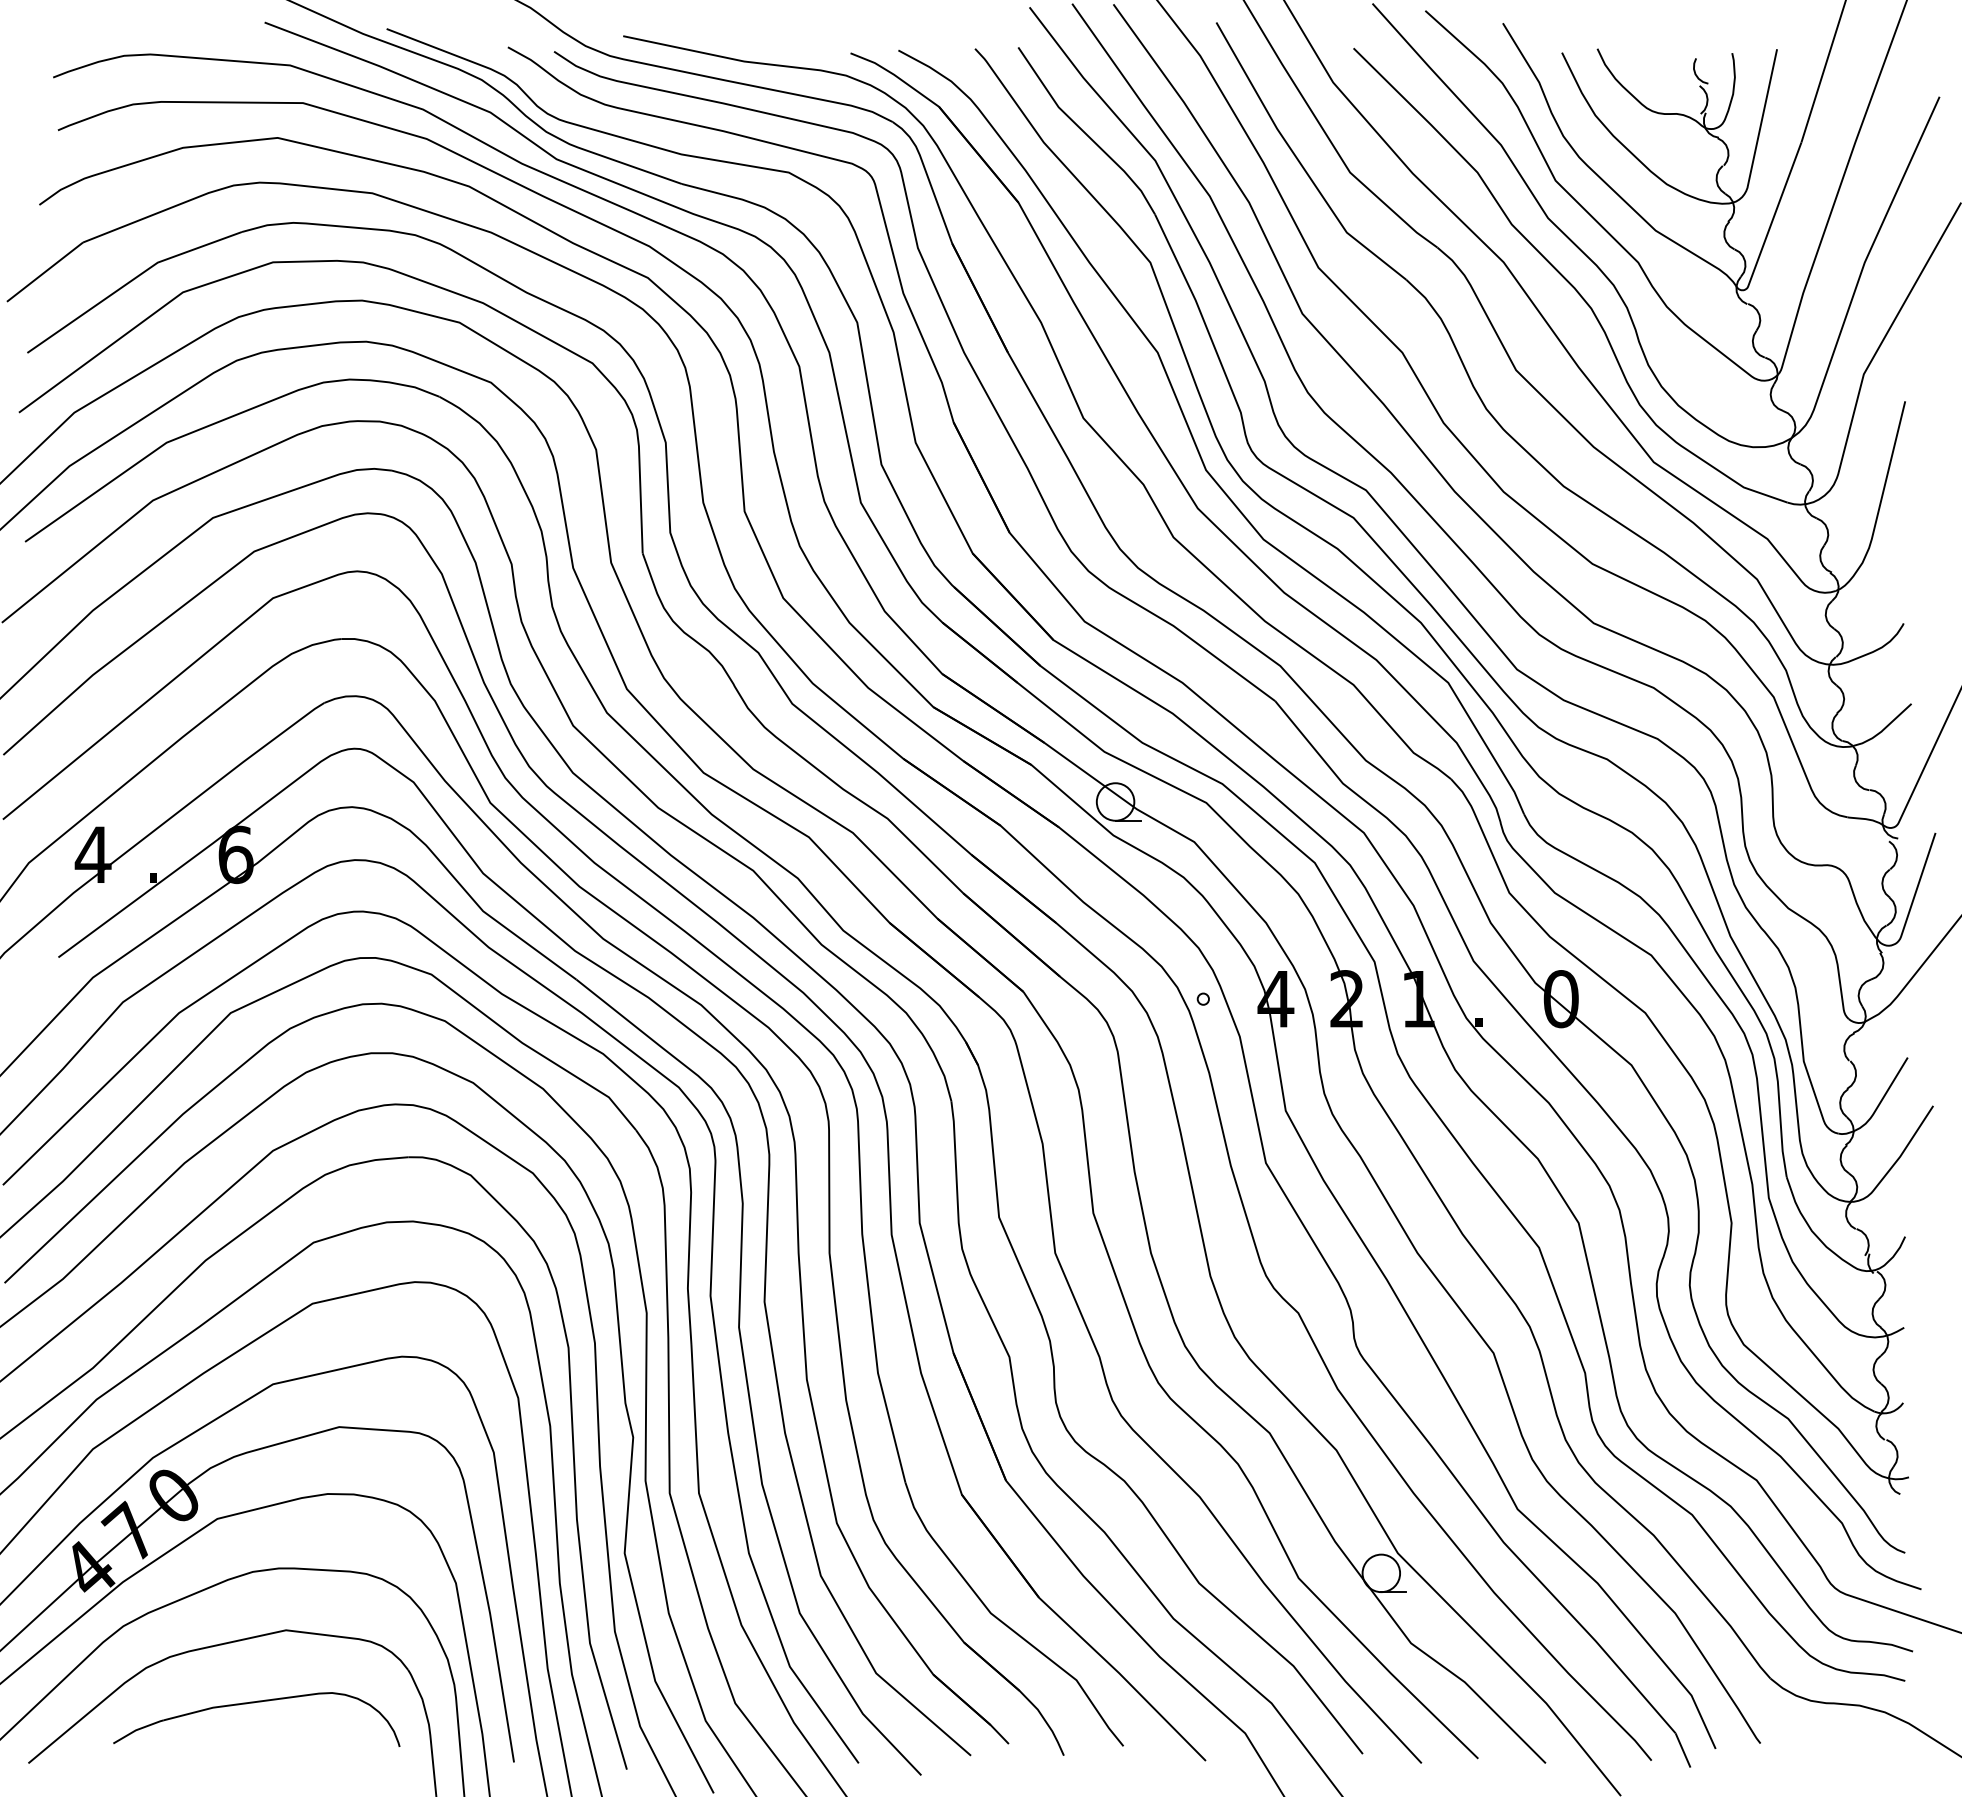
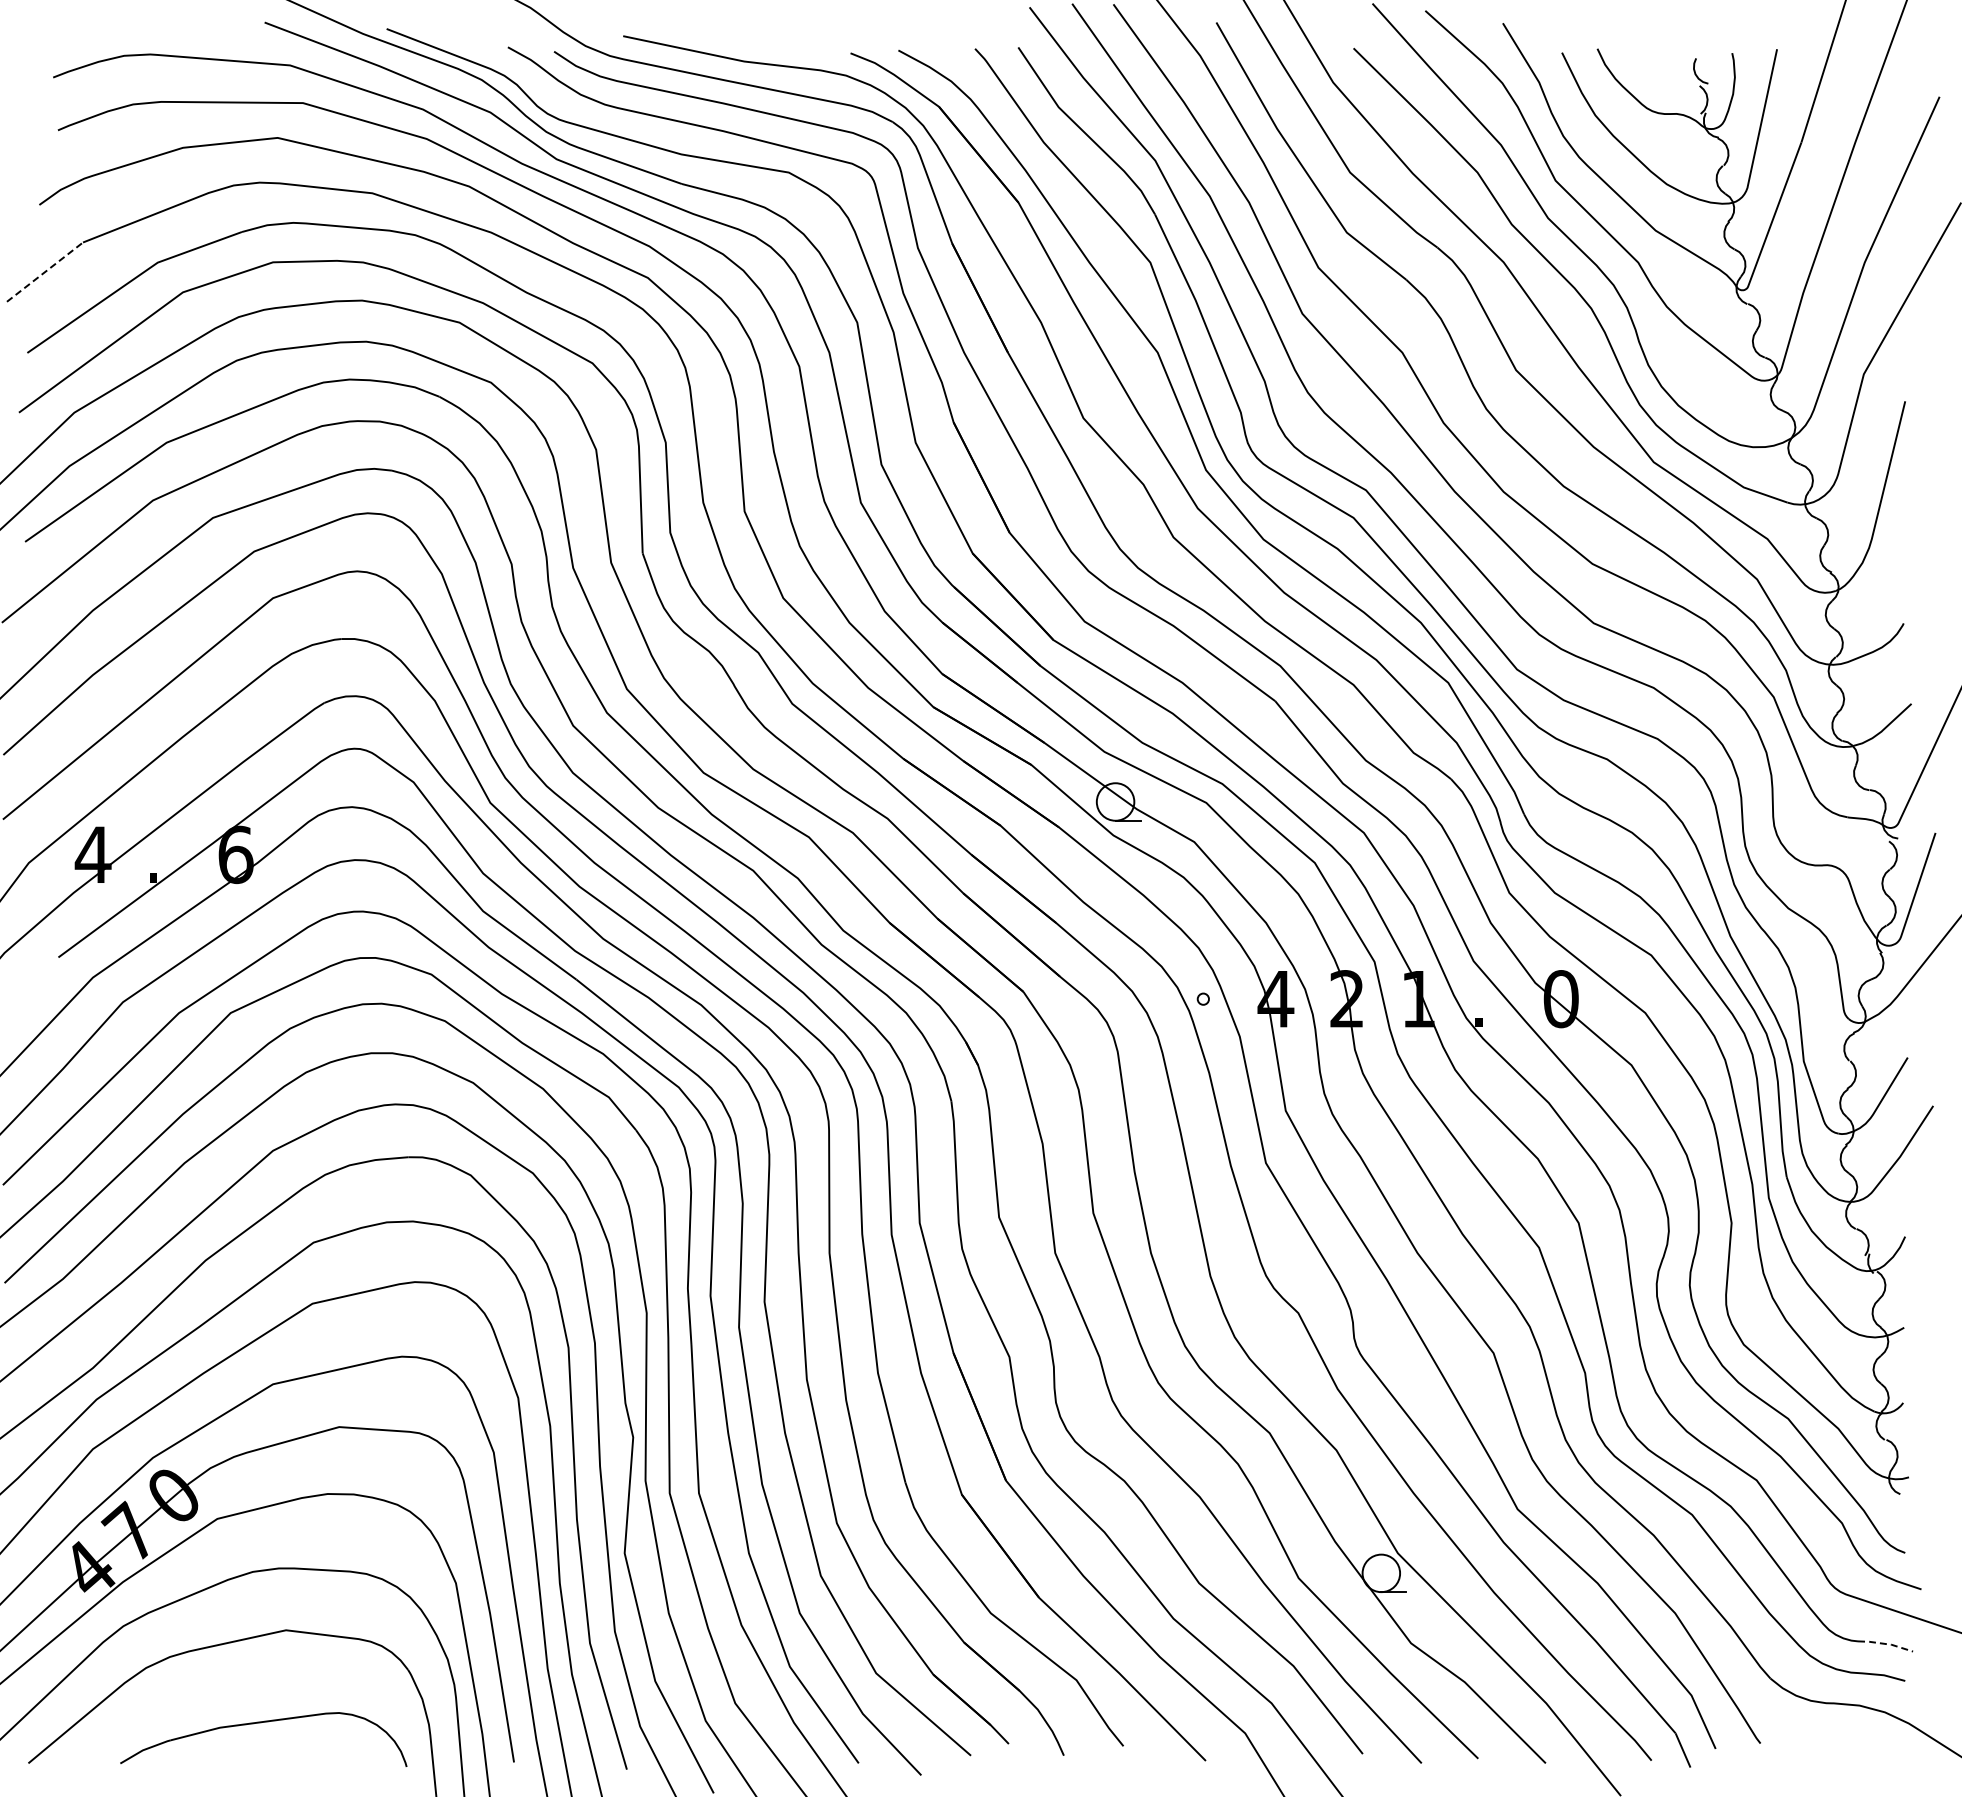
line at (45, 271): solid -> dashed
line at (1885, 1644): solid -> dashed
part at (254, 1703) position: (254, 1703) -> (261, 1723)
